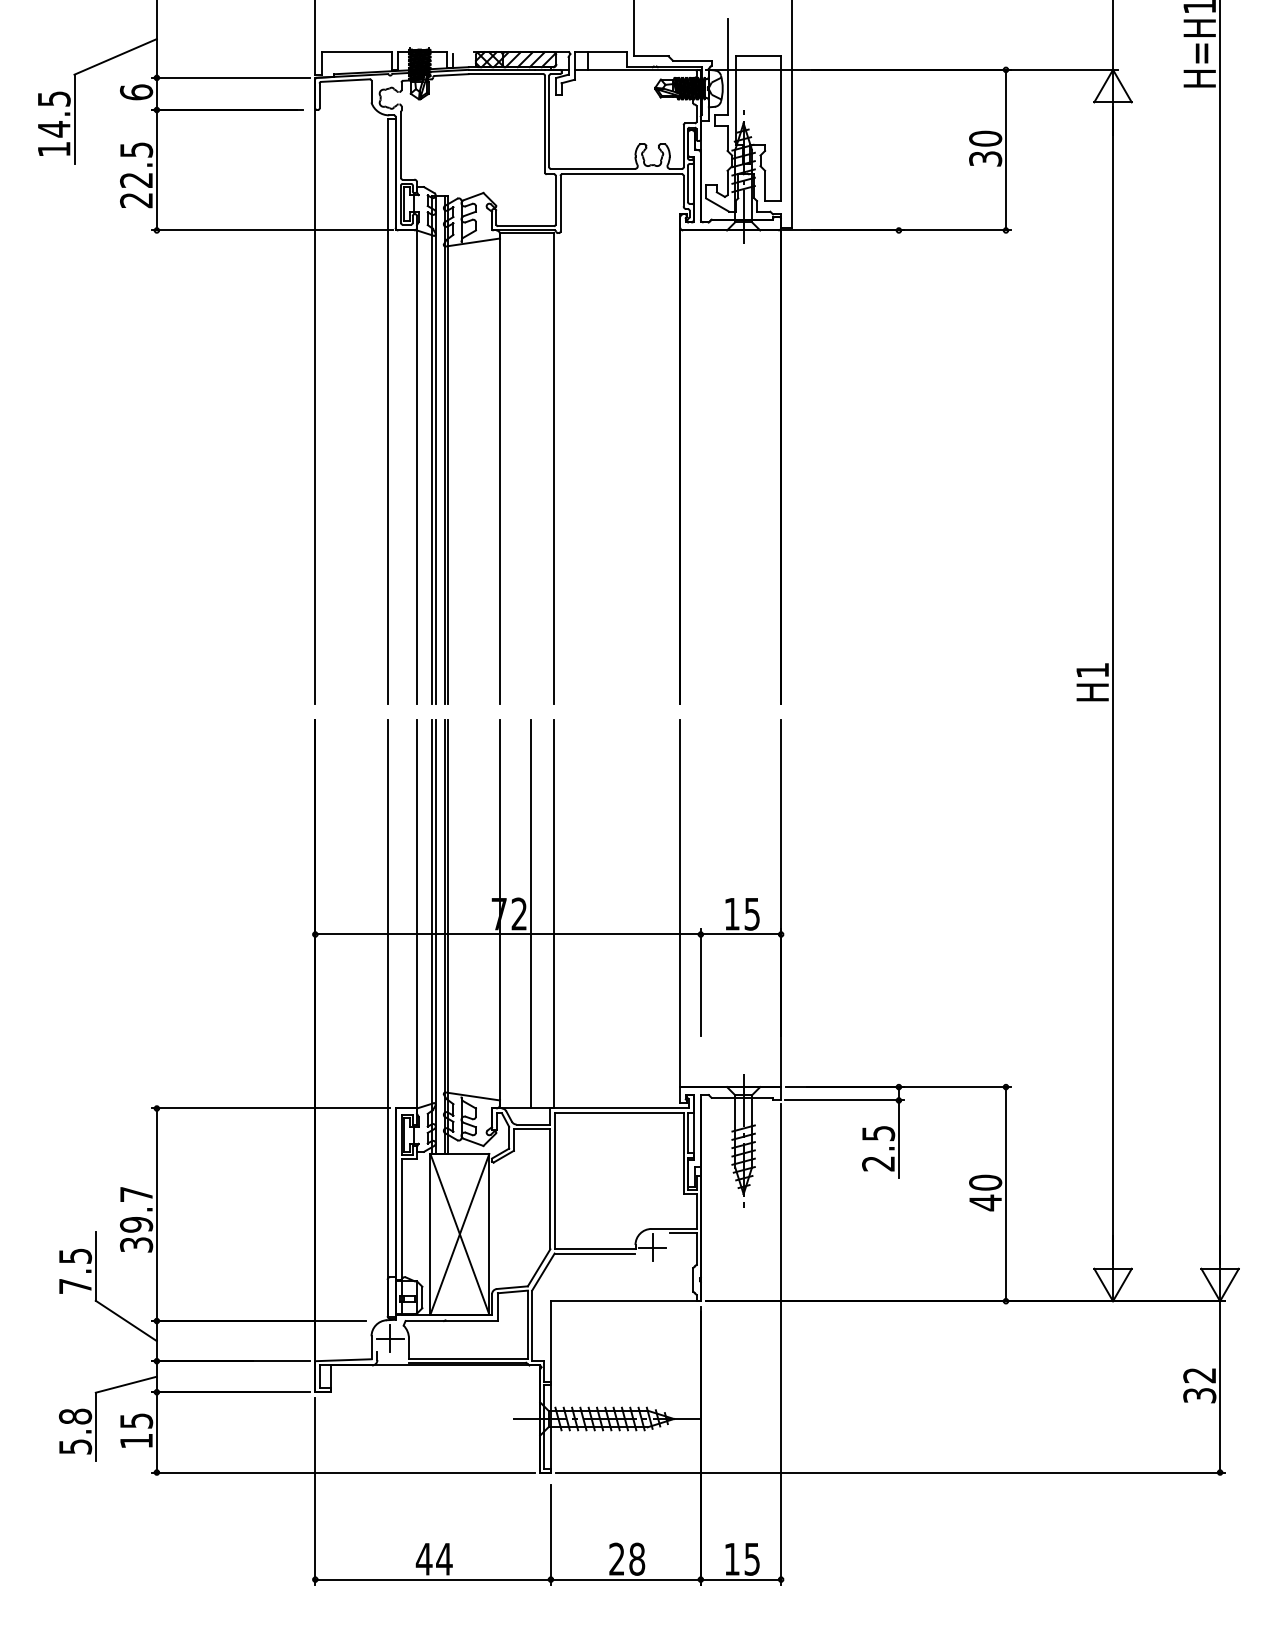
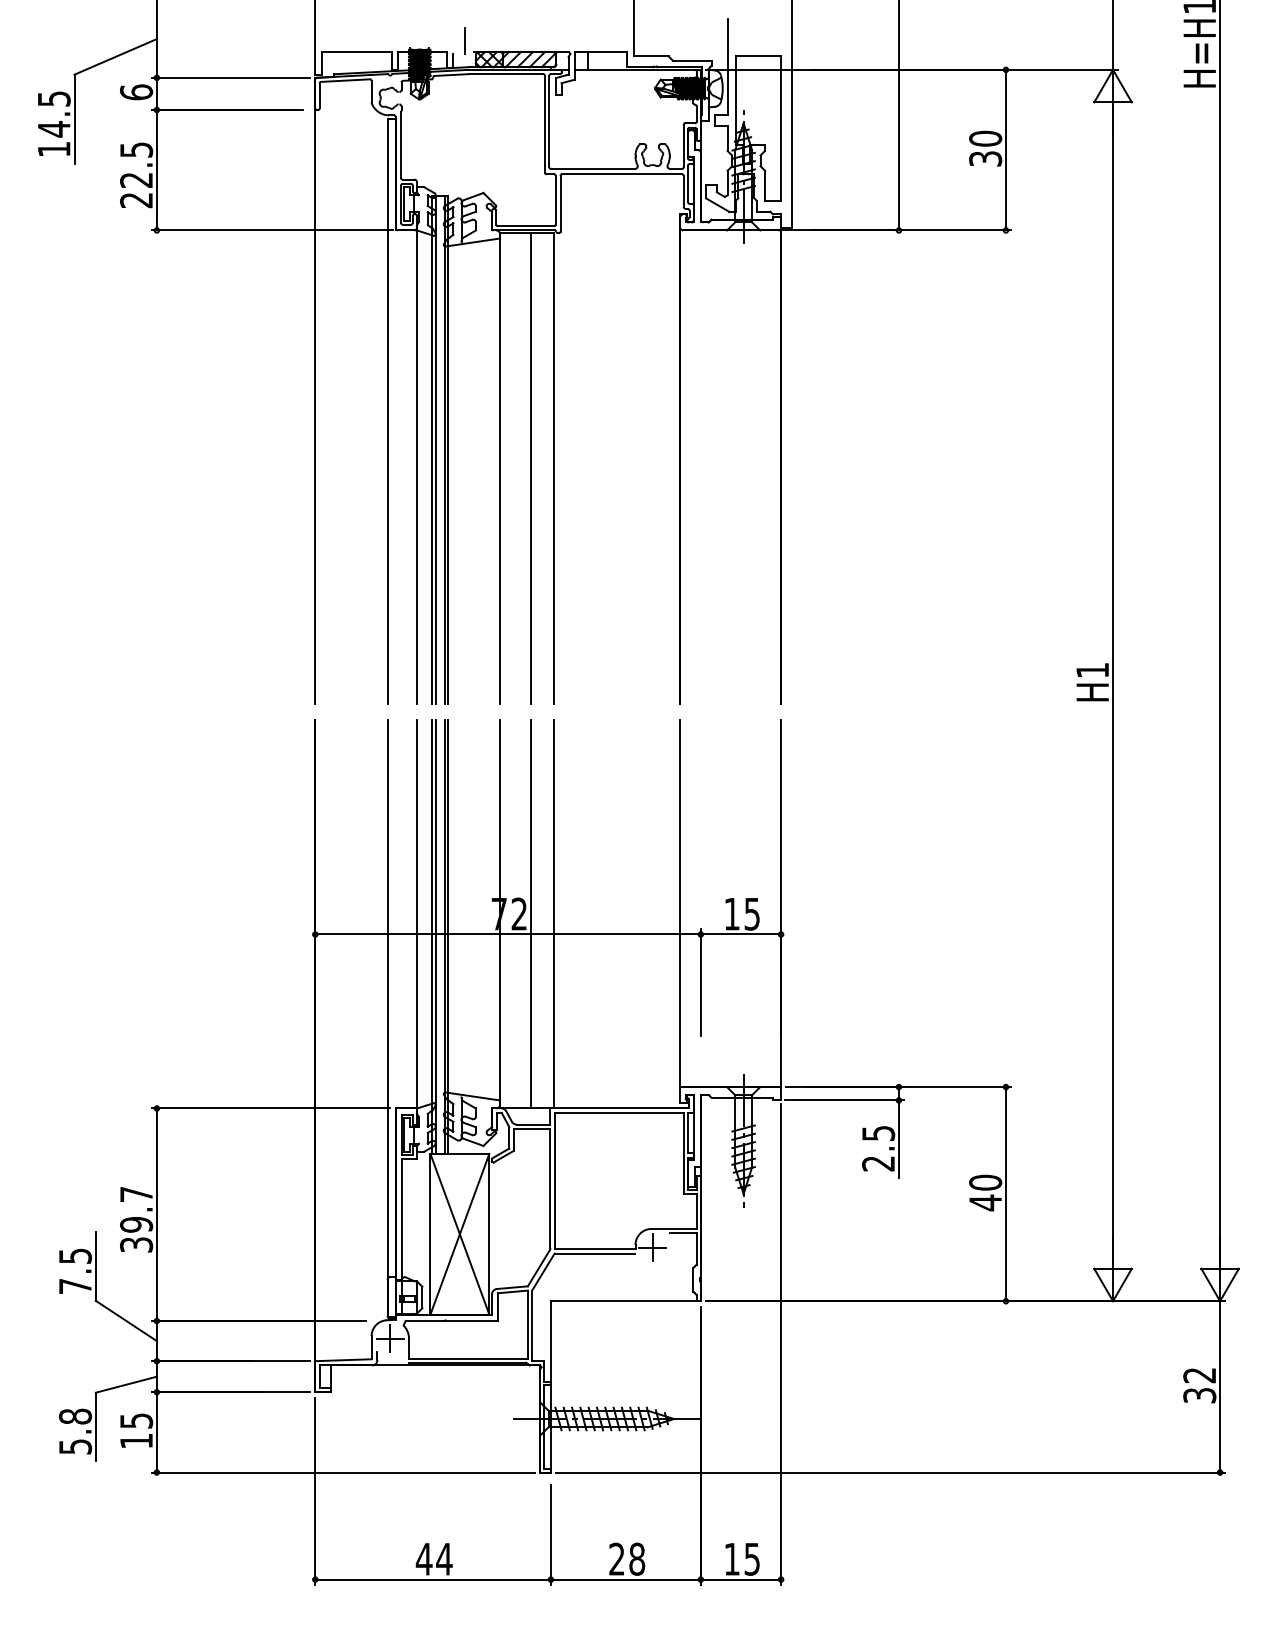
line at (464, 40): none -> present
line at (898, 116): none -> present
line at (530, 468): none -> present
